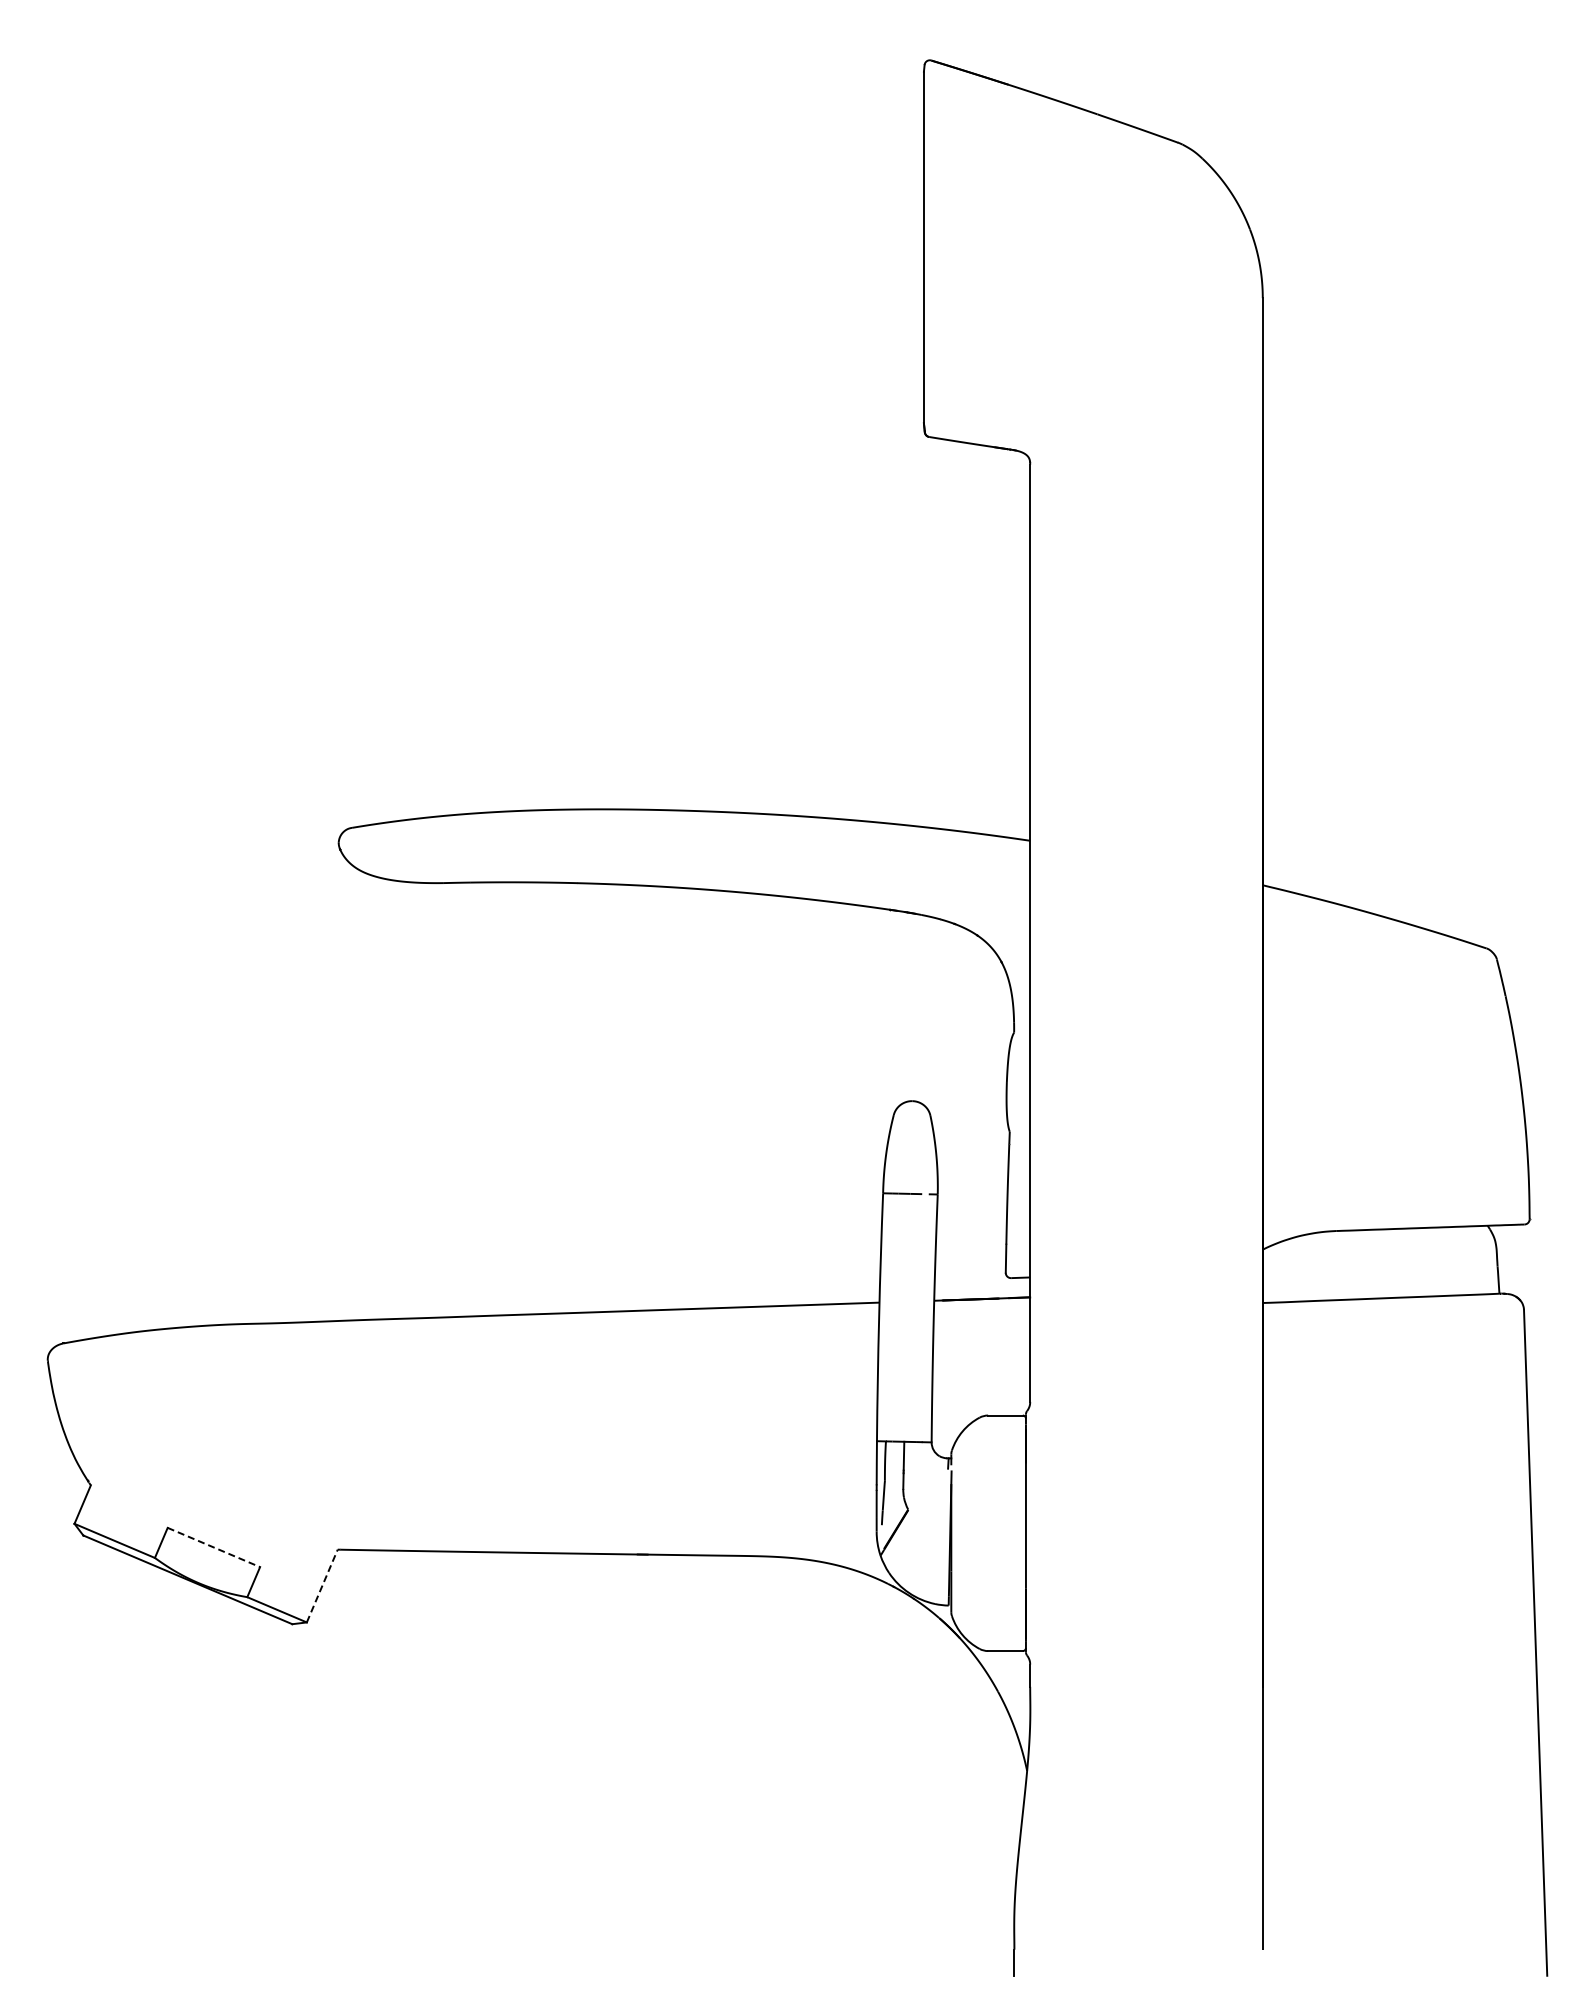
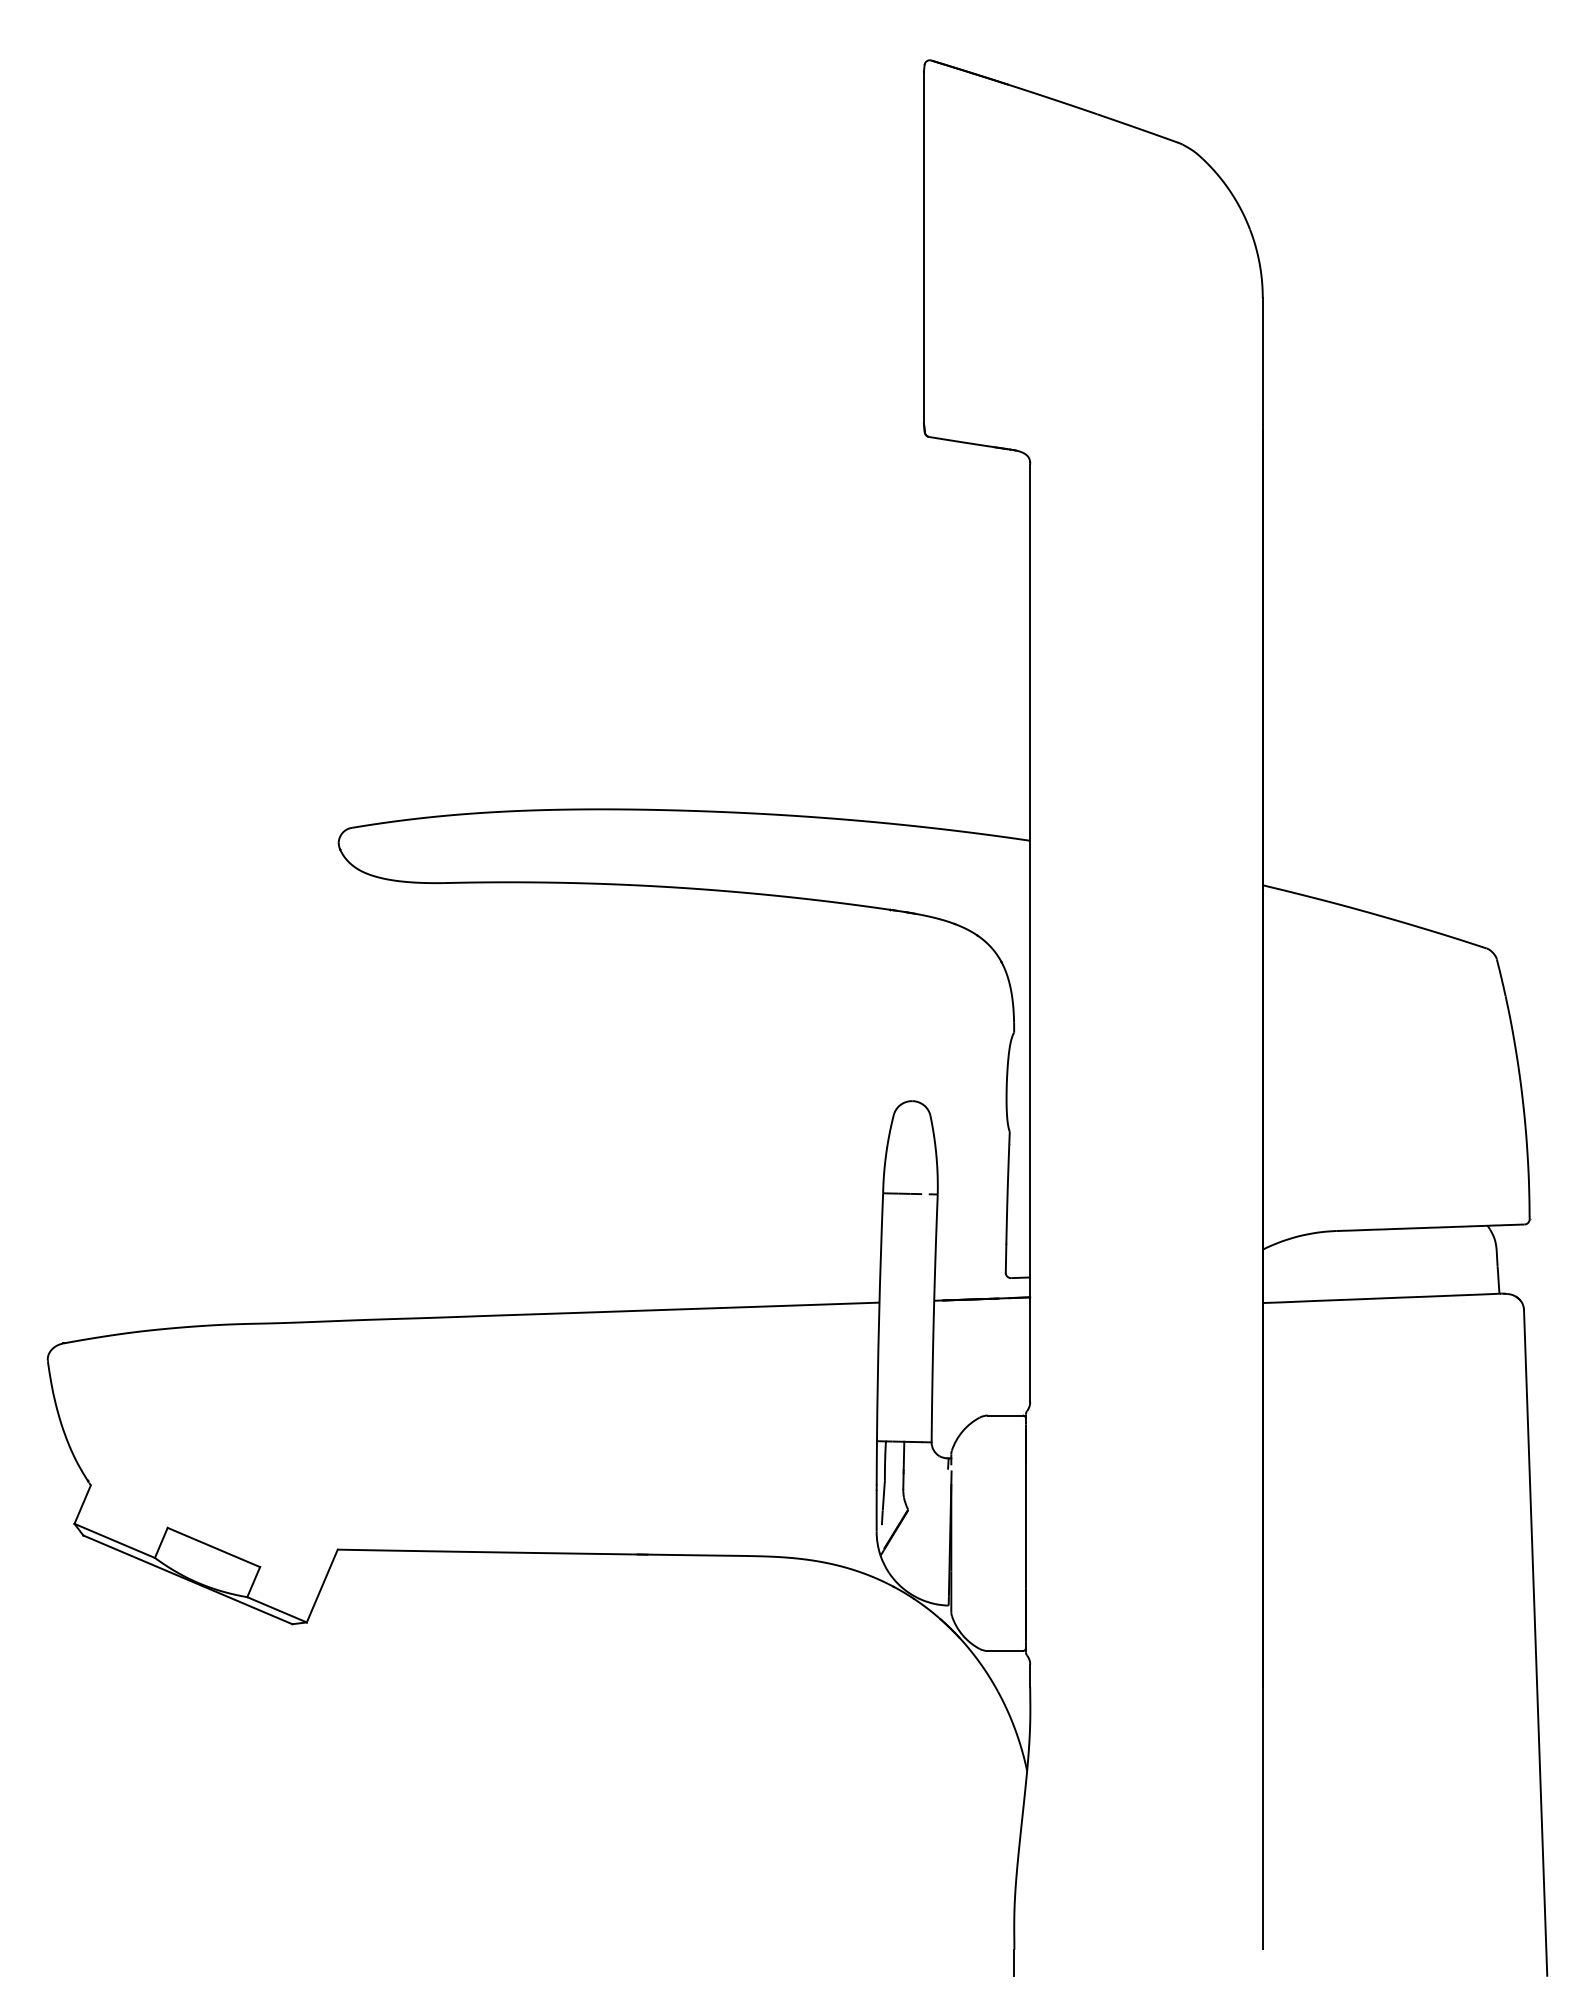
line at (214, 1547): dashed -> solid
line at (322, 1586): dashed -> solid
